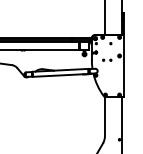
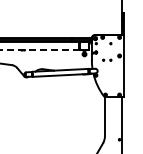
line at (104, 18): present -> none
line at (40, 50): solid -> dashed
